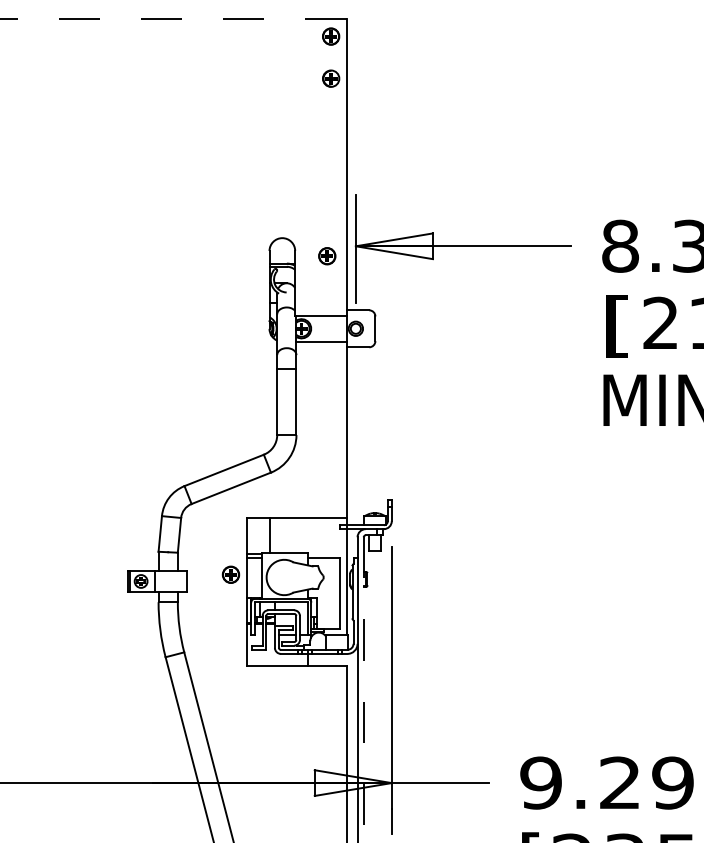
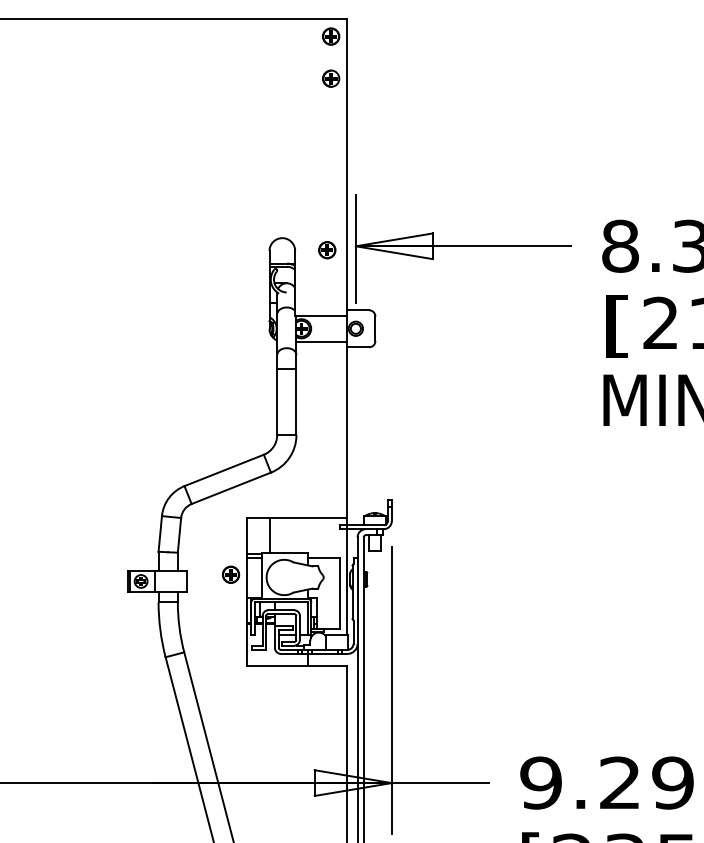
line at (173, 19): dashed -> solid
part at (327, 256) position: (327, 256) -> (327, 250)
line at (363, 690): dashed -> solid
